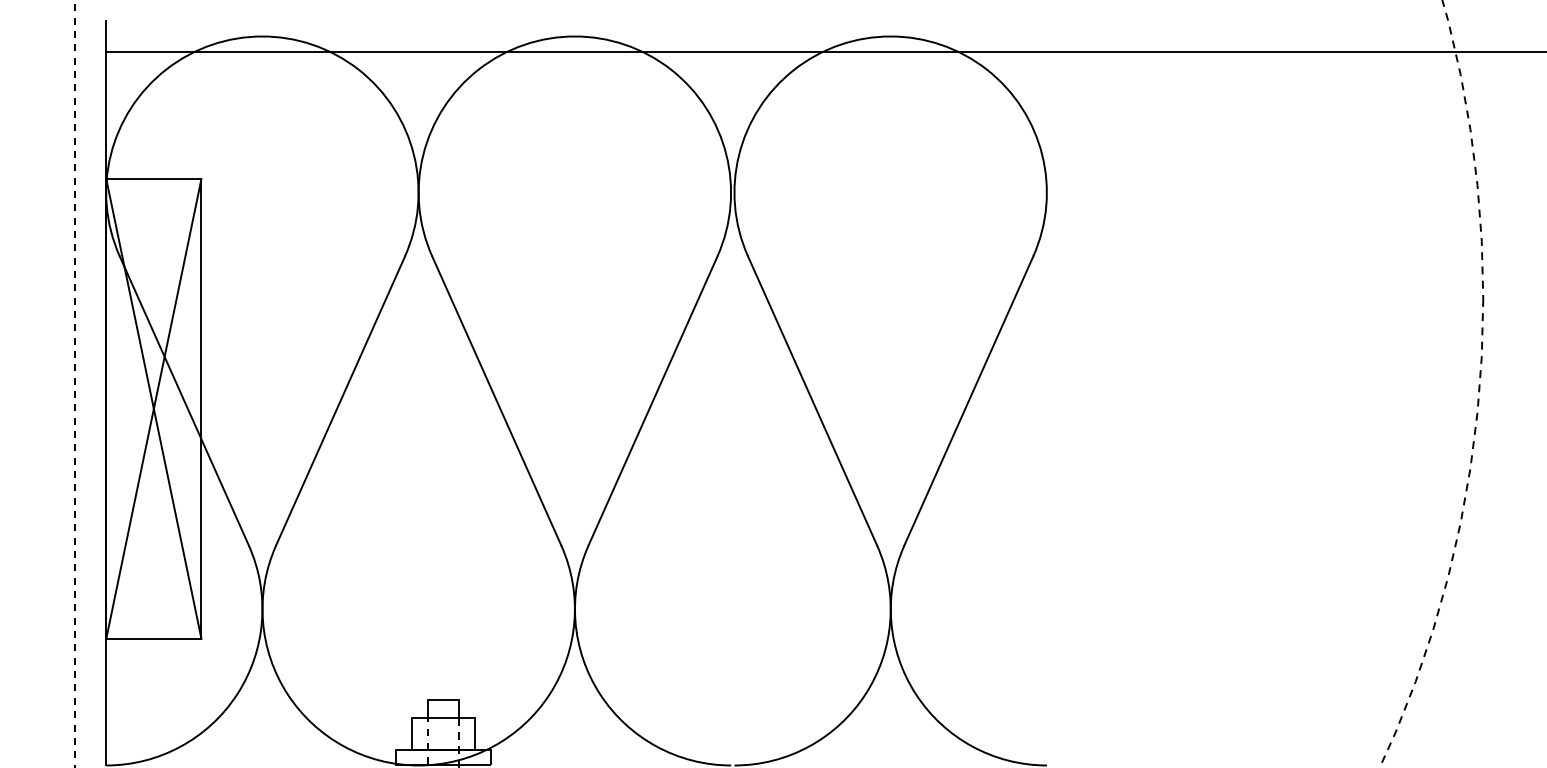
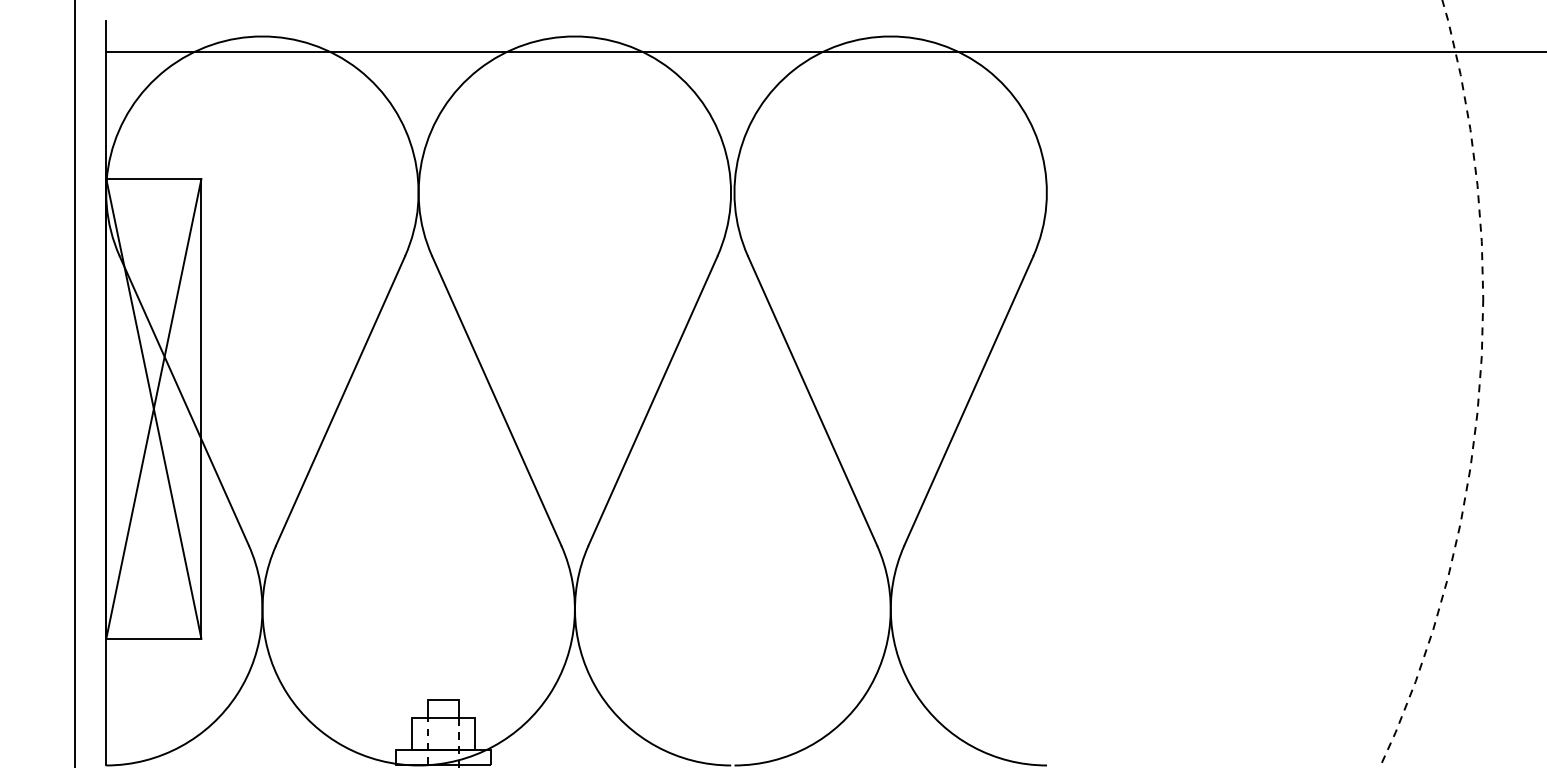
line at (74, 384): dashed -> solid
